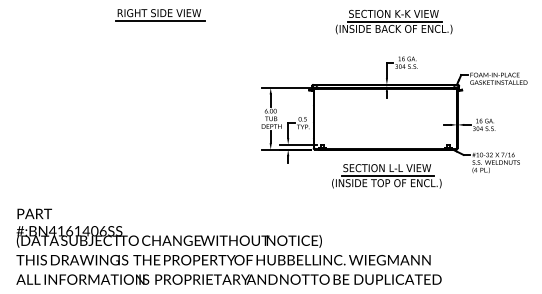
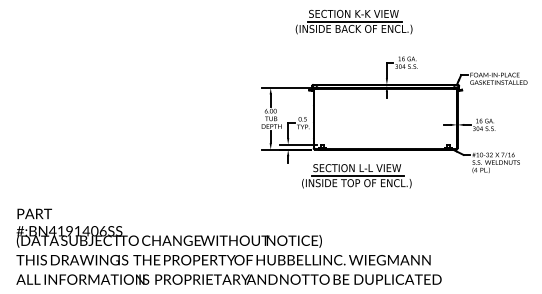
part at (160, 15): present -> none
part at (393, 21) position: (393, 21) -> (353, 21)
part at (386, 176) position: (386, 176) -> (356, 176)
text at (69, 231): #:BN4161406SS -> #:BN4191406SS
